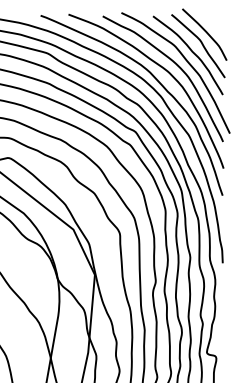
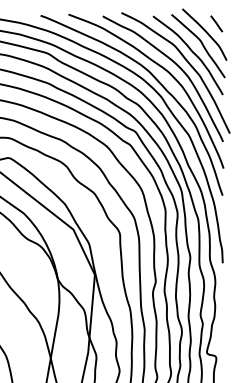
line at (216, 23): none -> present
